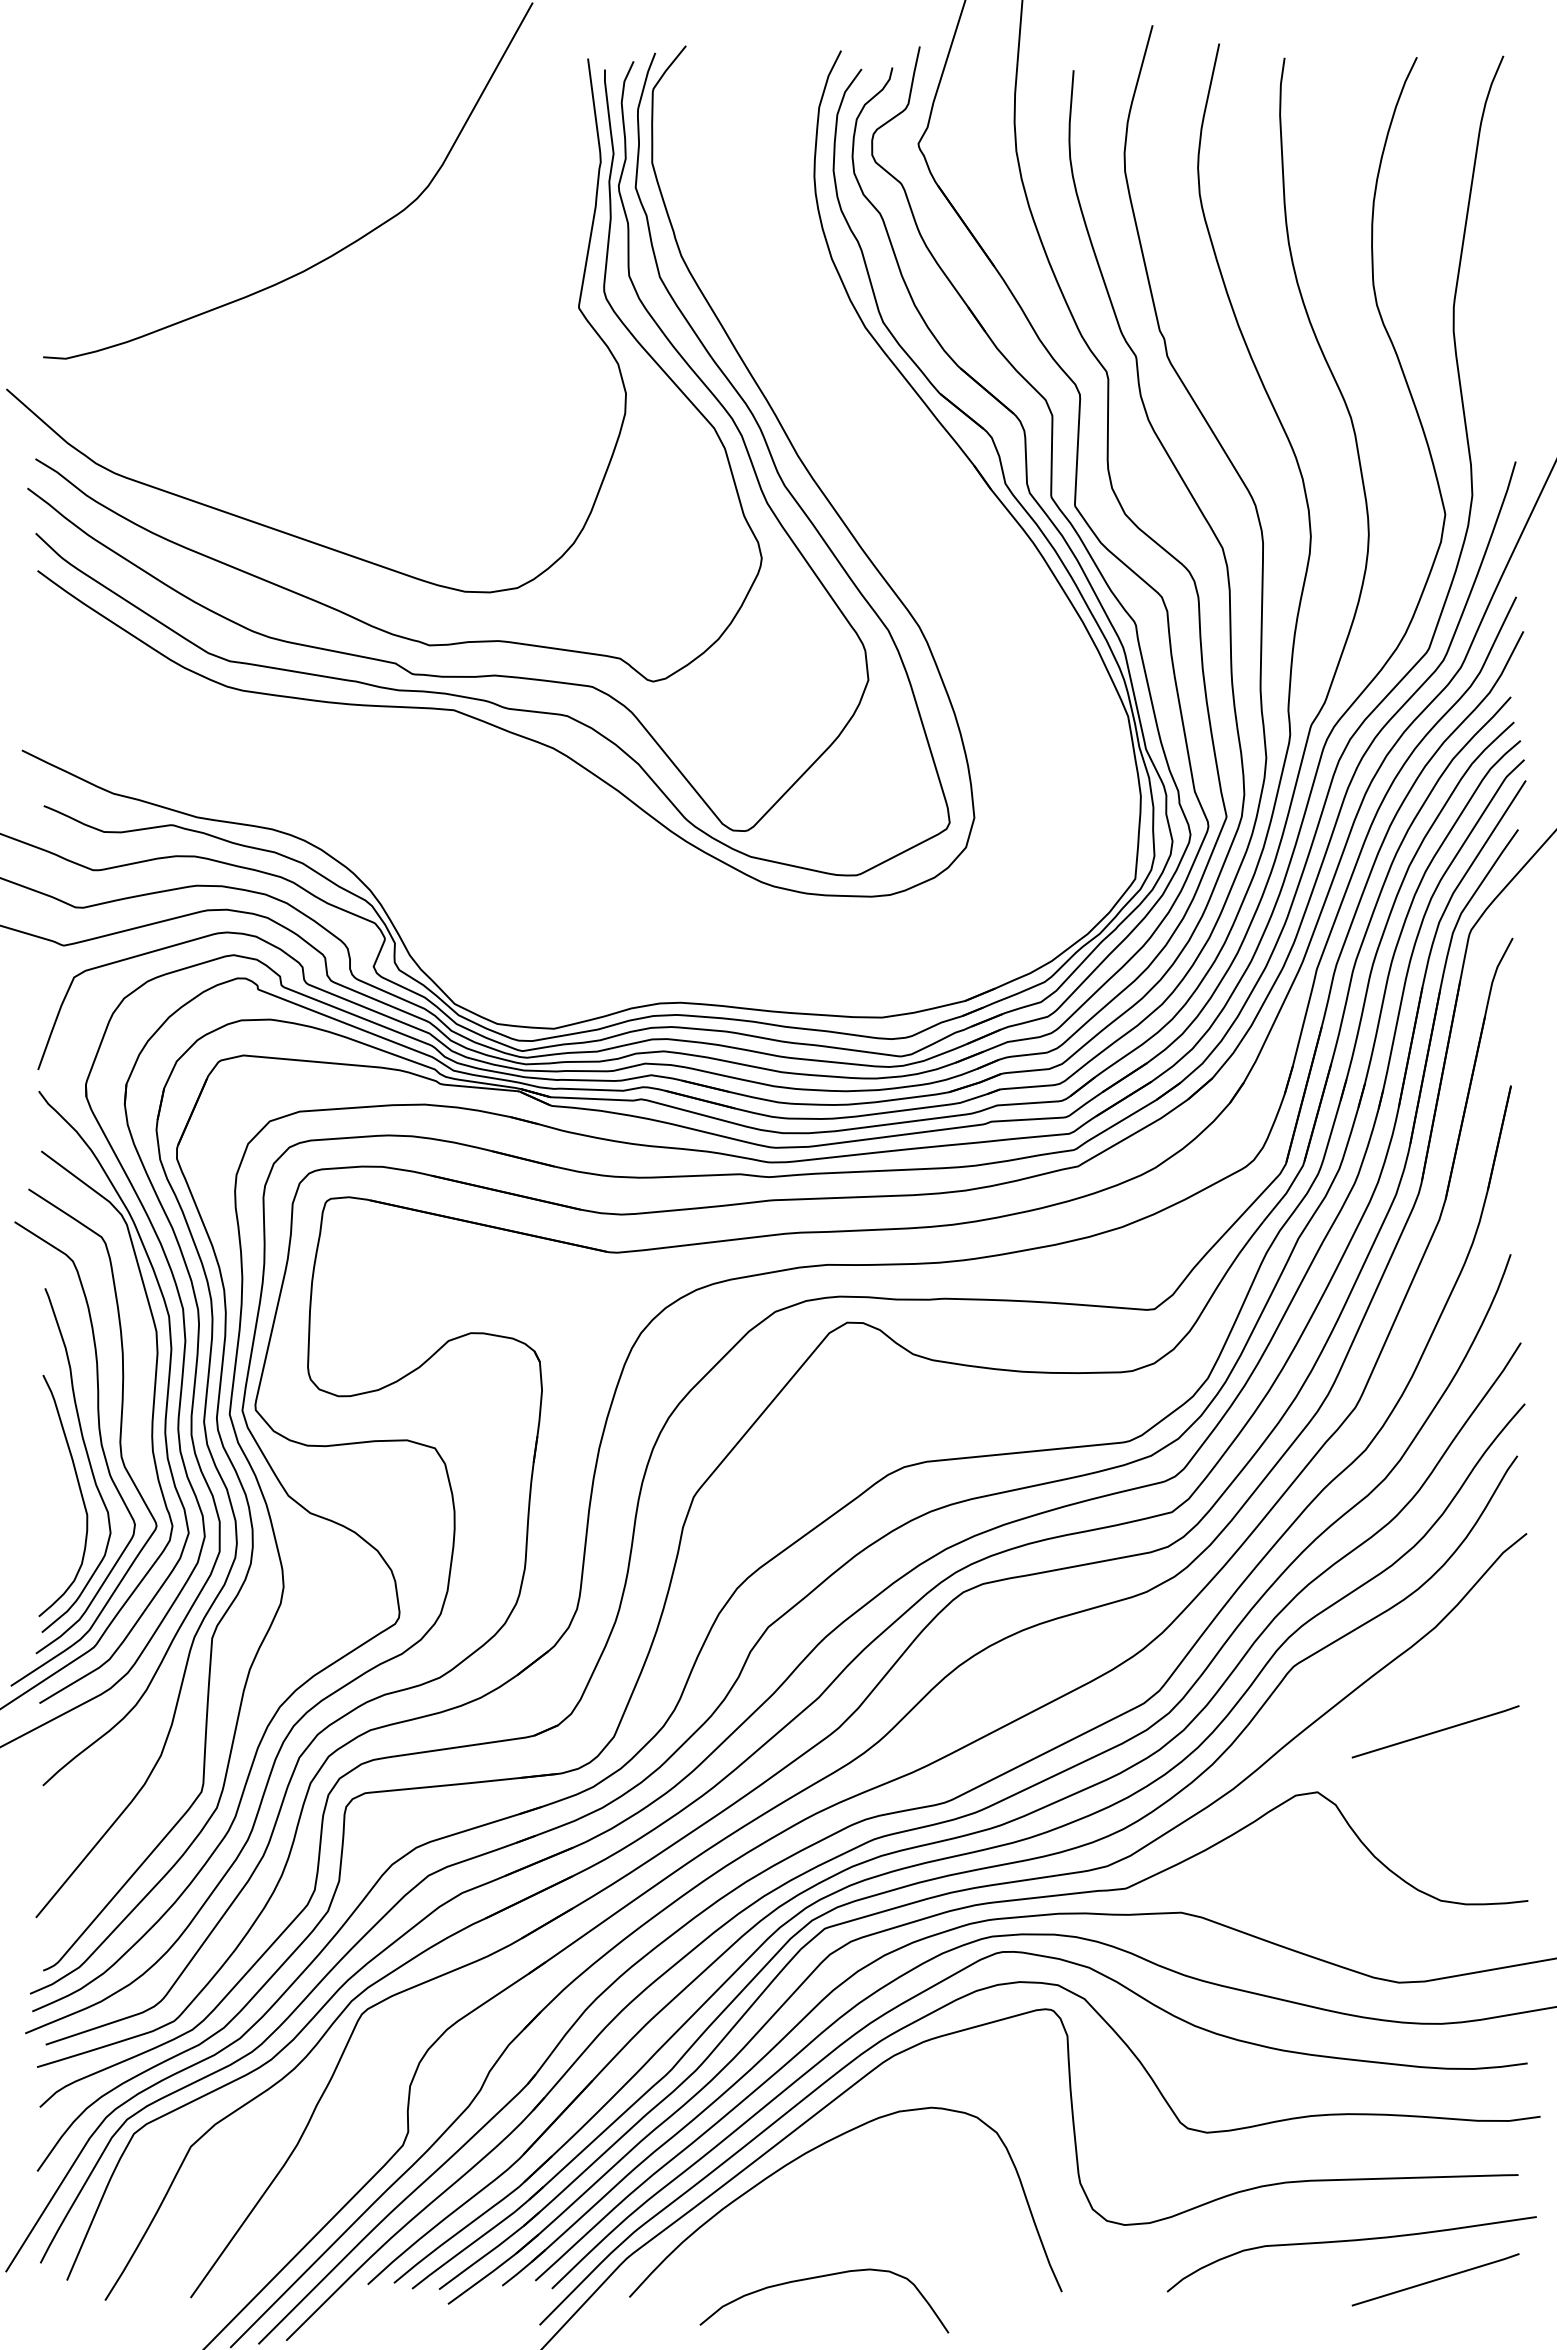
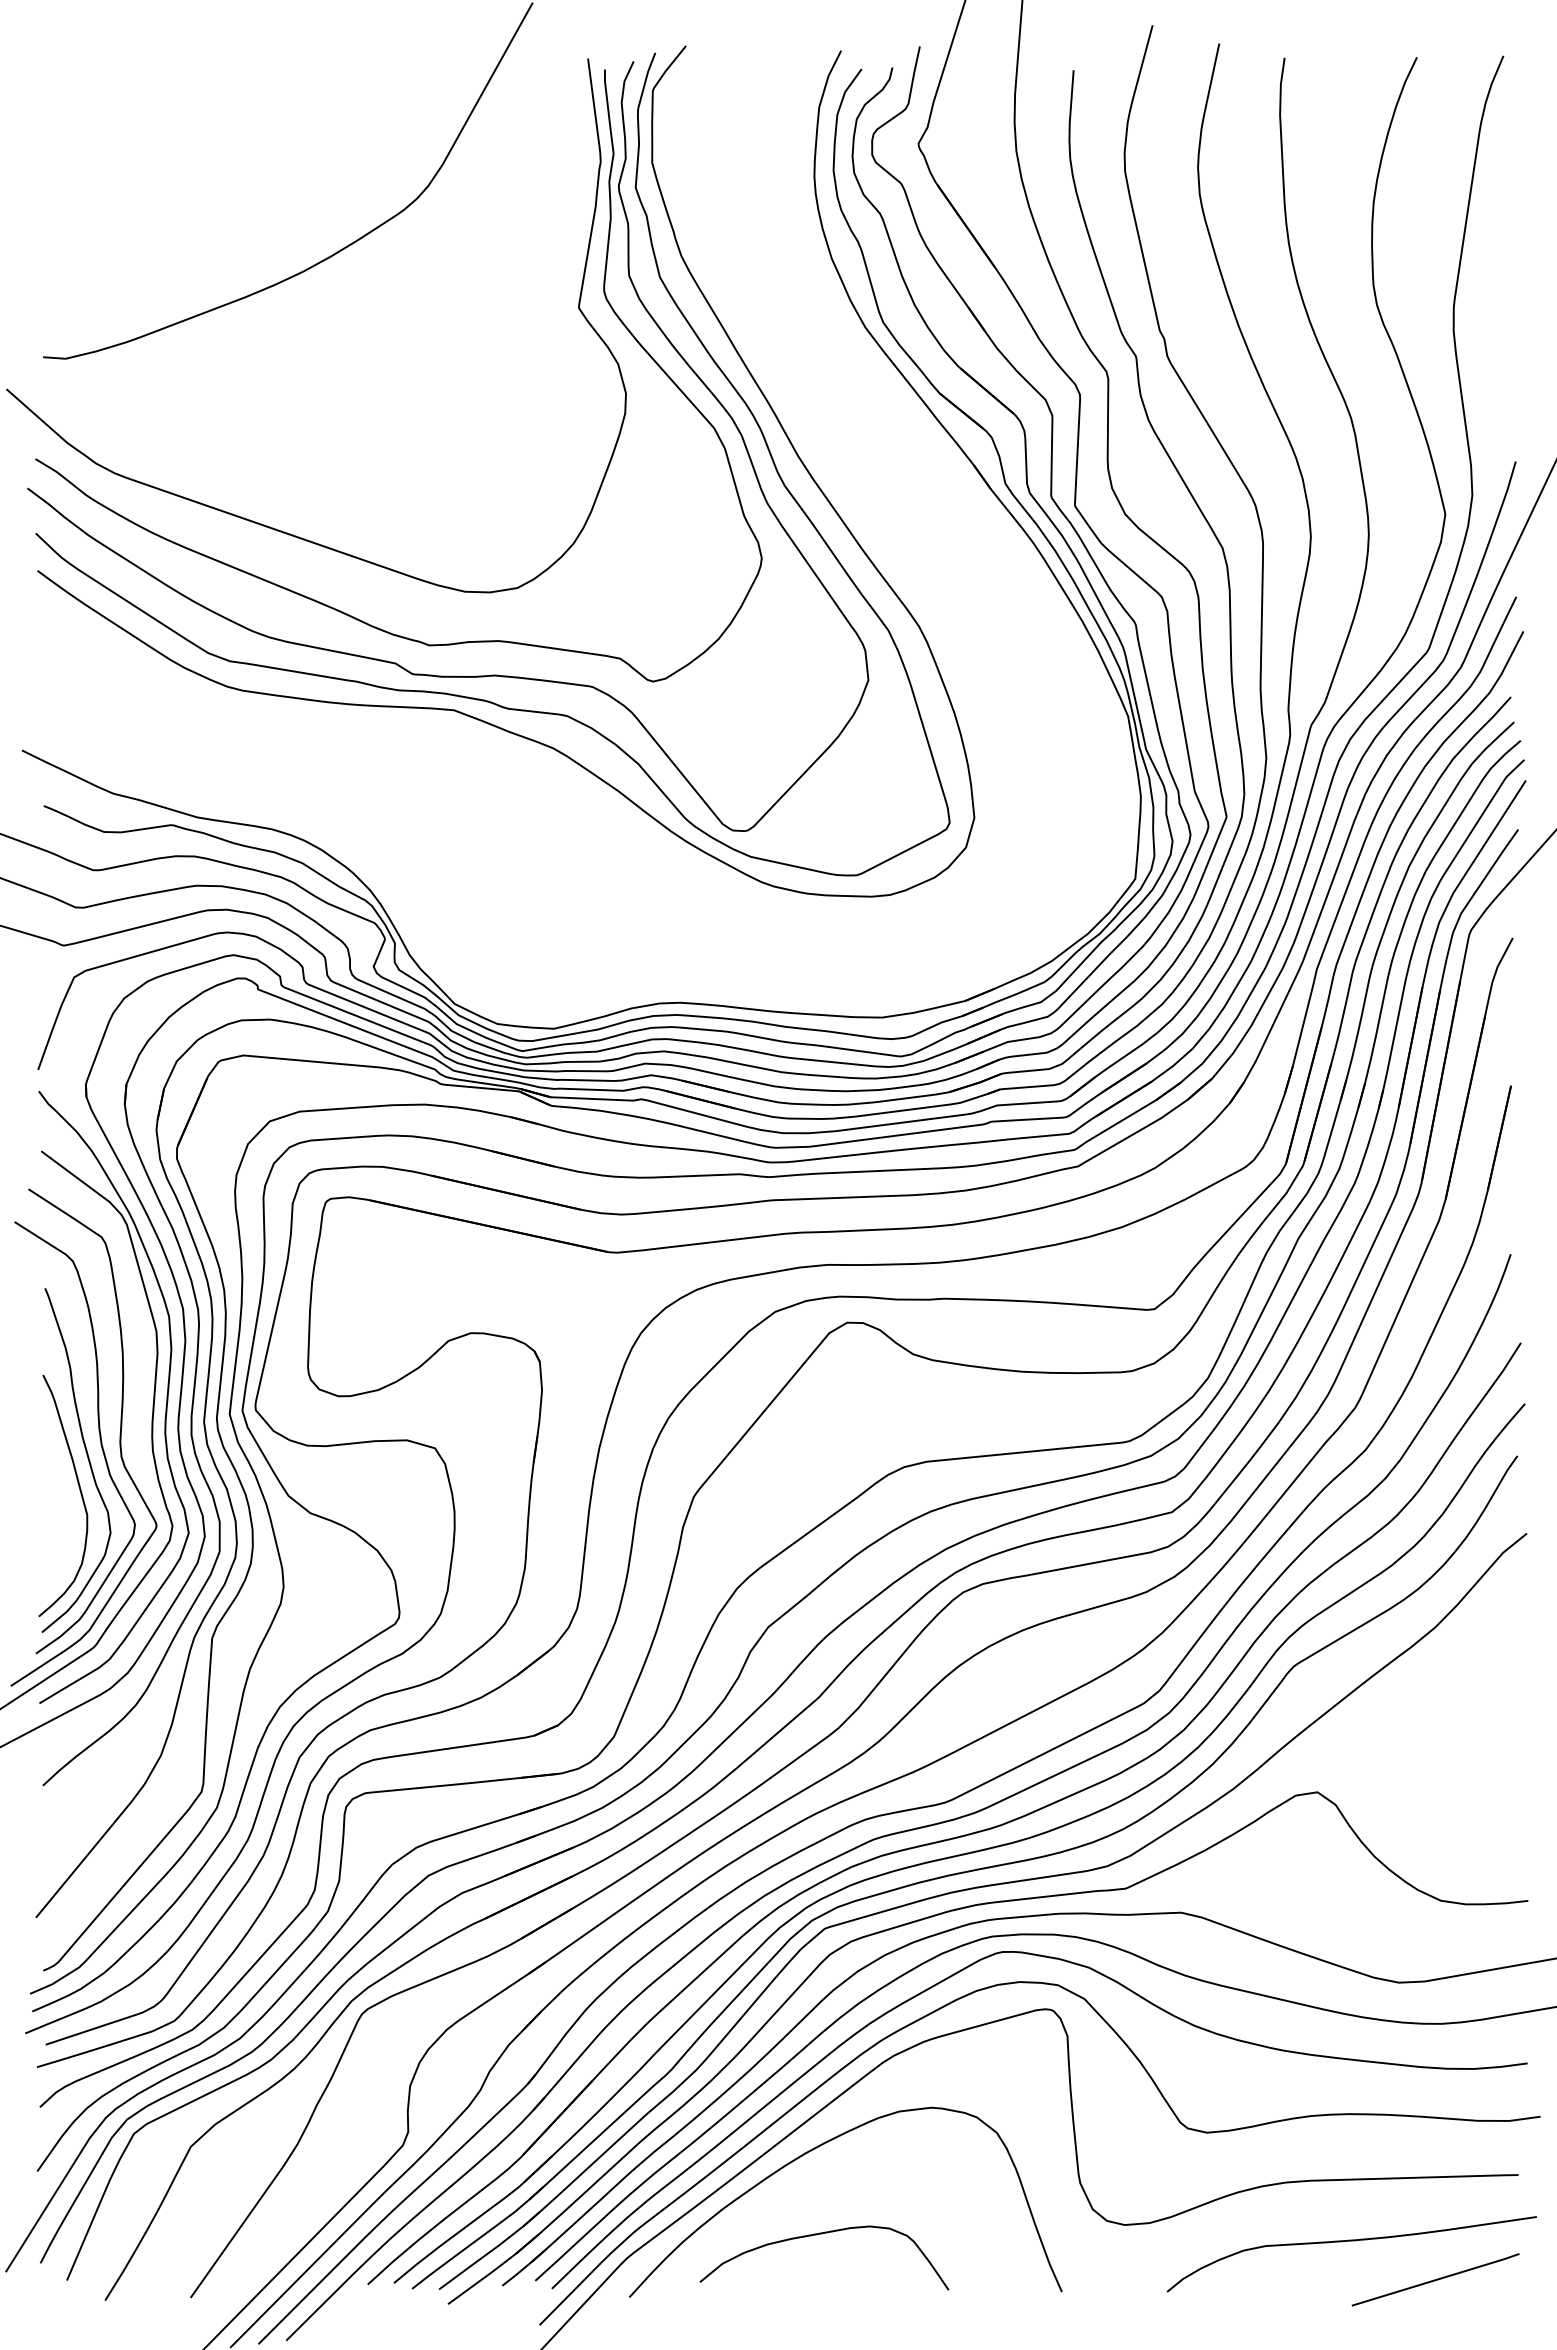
line at (1435, 1731): present -> none
curve at (822, 2277) position: (822, 2277) -> (822, 2234)
